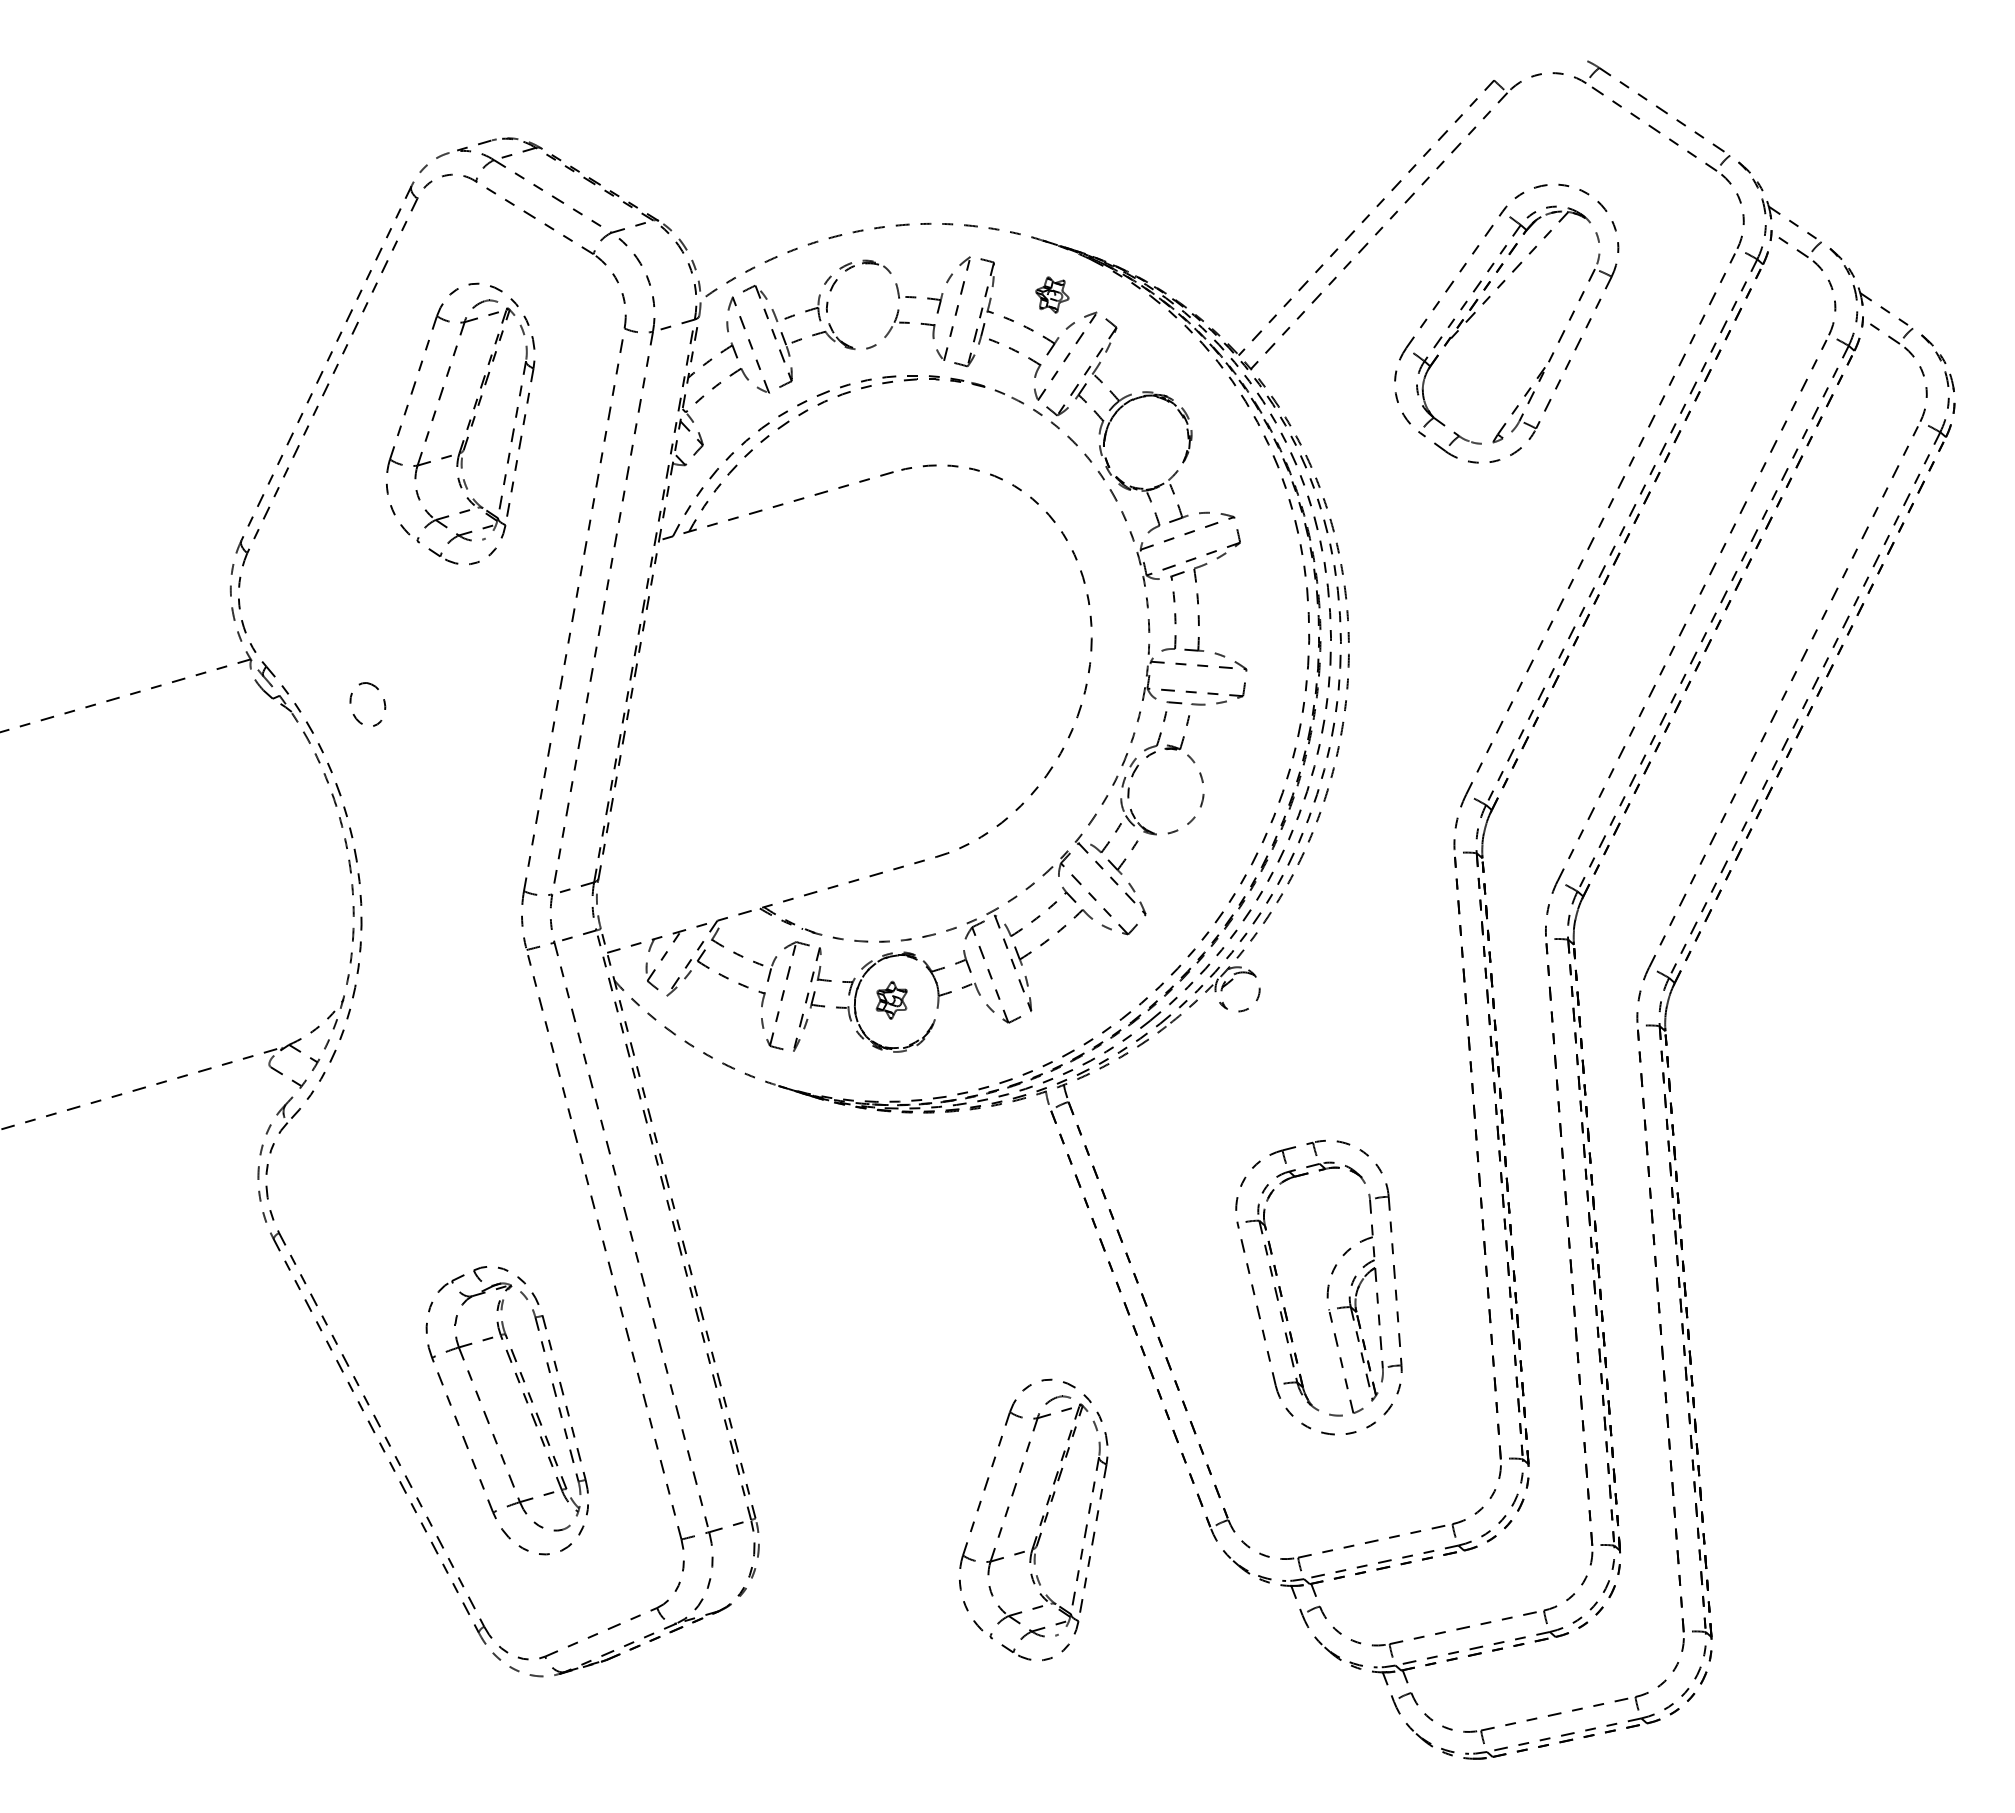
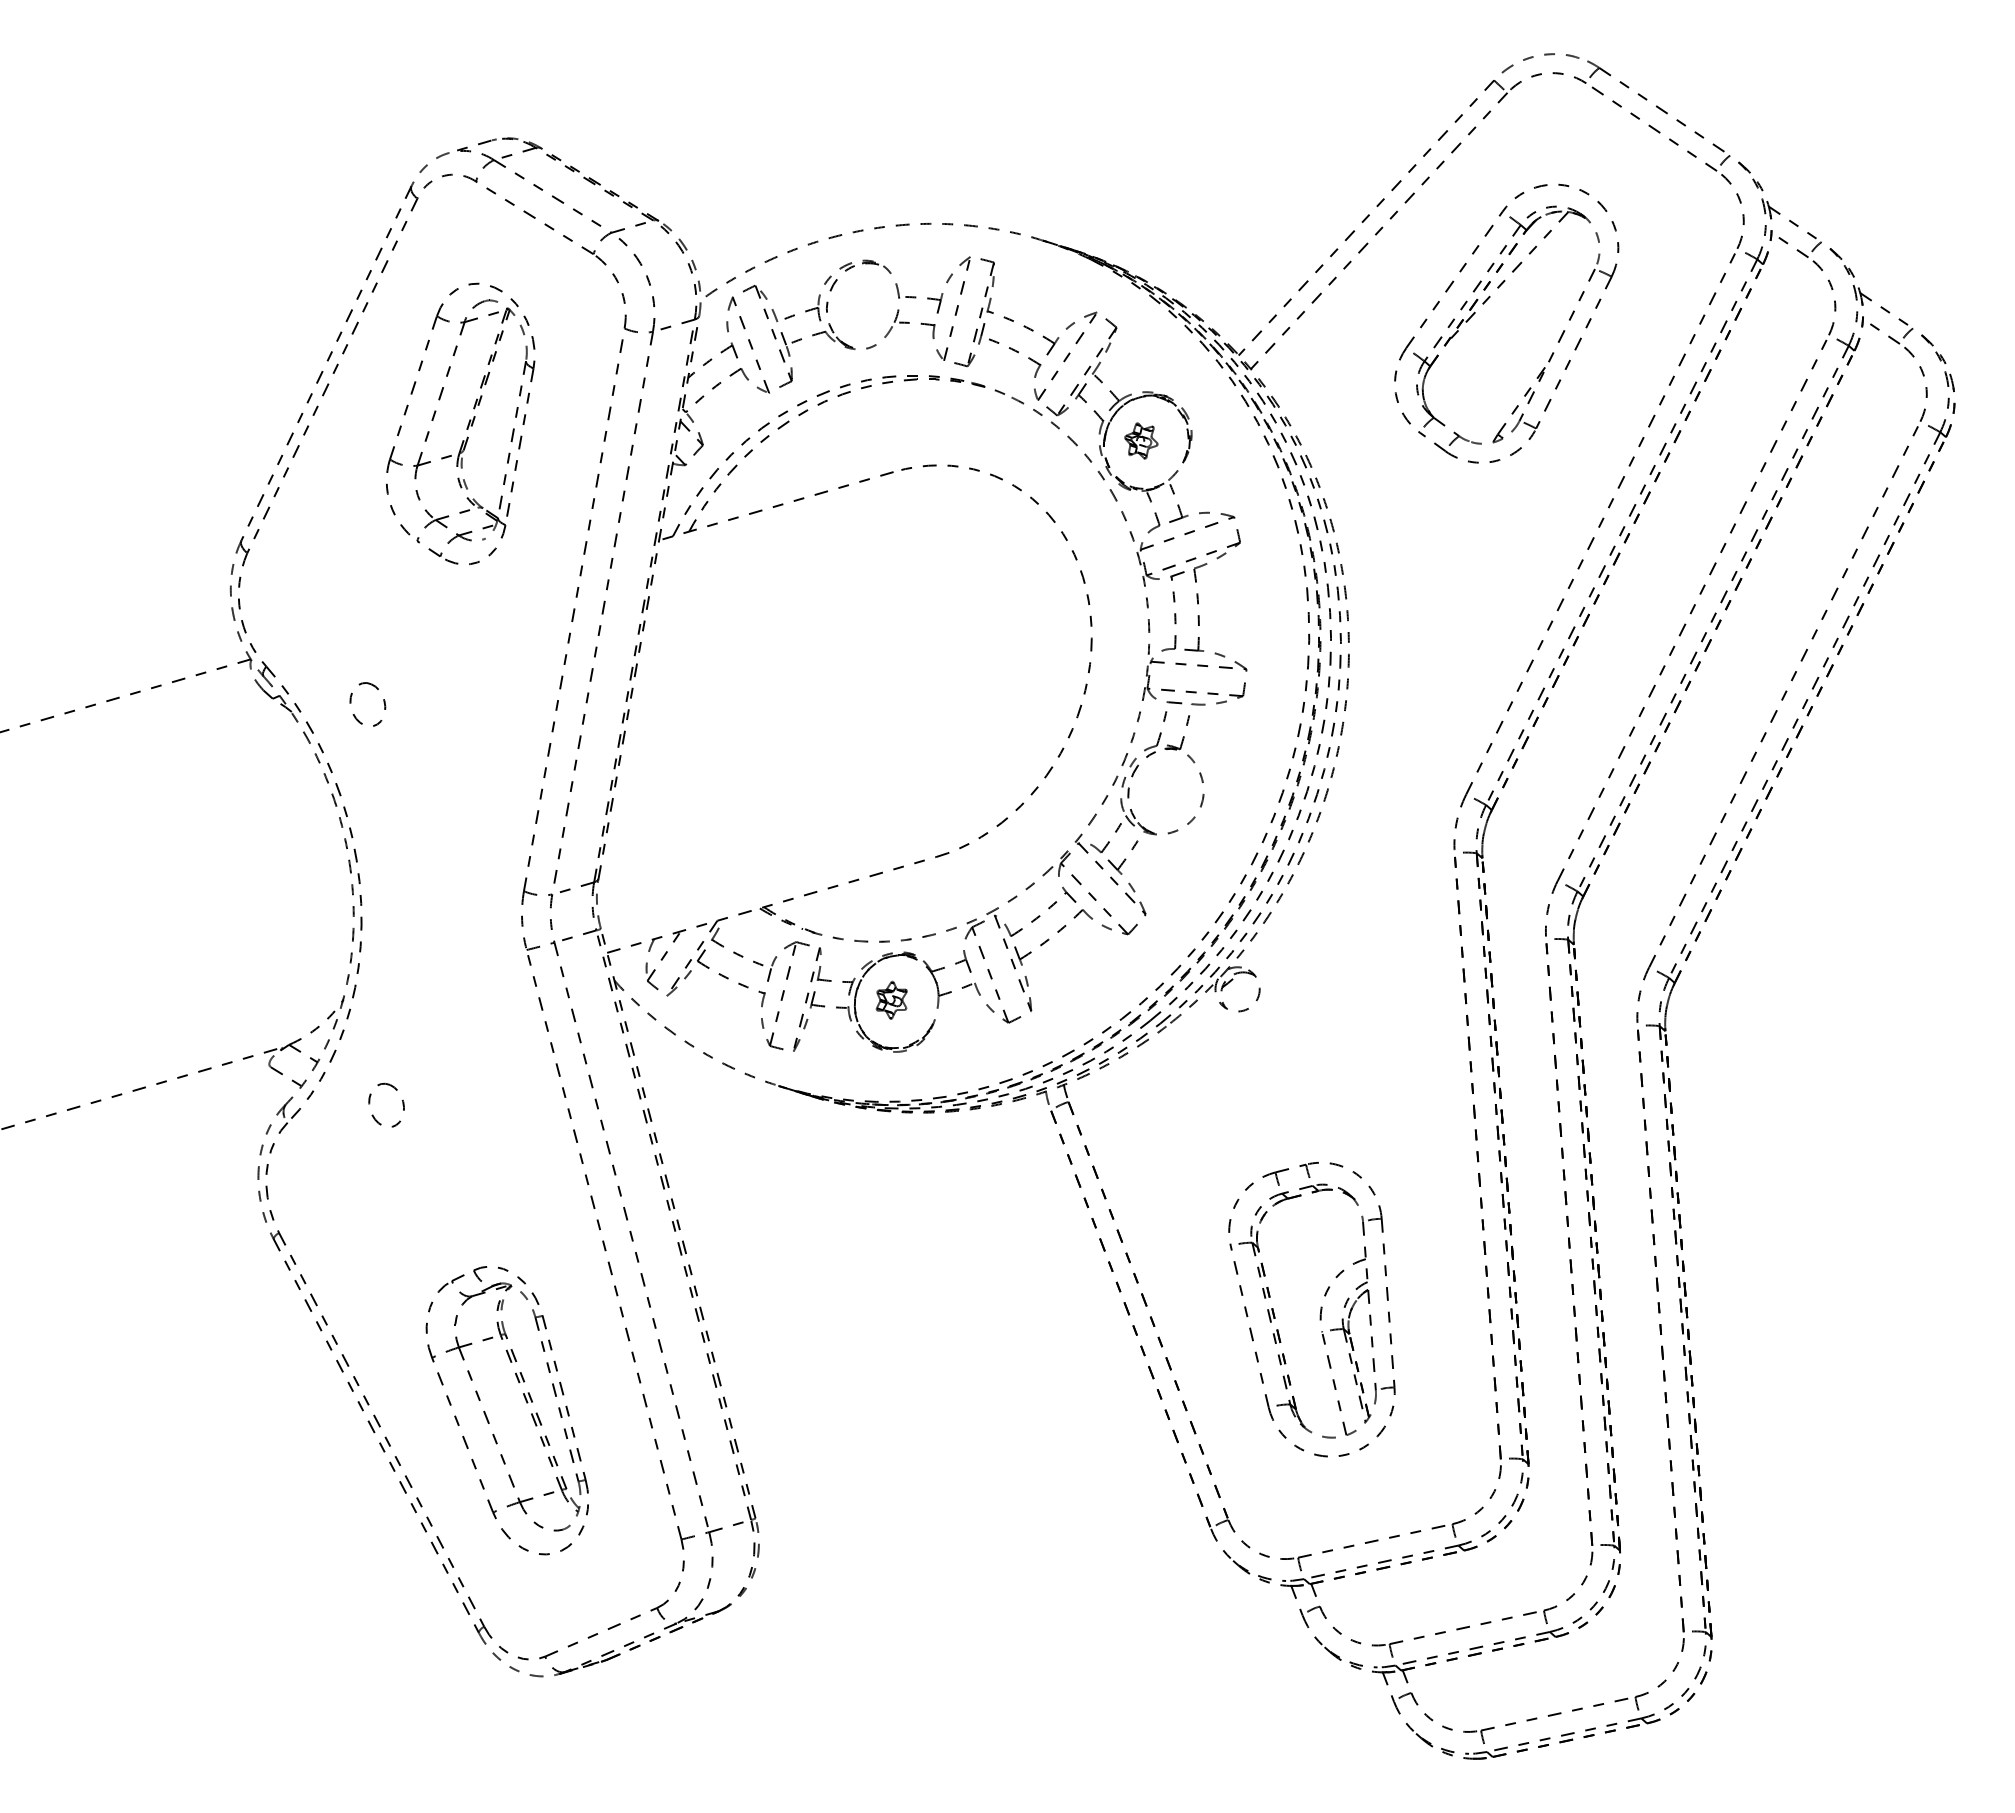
curve at (1544, 55): none -> present
part at (1052, 294) position: (1052, 294) -> (1141, 440)
part at (401, 1100): none -> present
part at (1327, 1287) position: (1327, 1287) -> (1320, 1309)
part at (1040, 1521): present -> none
